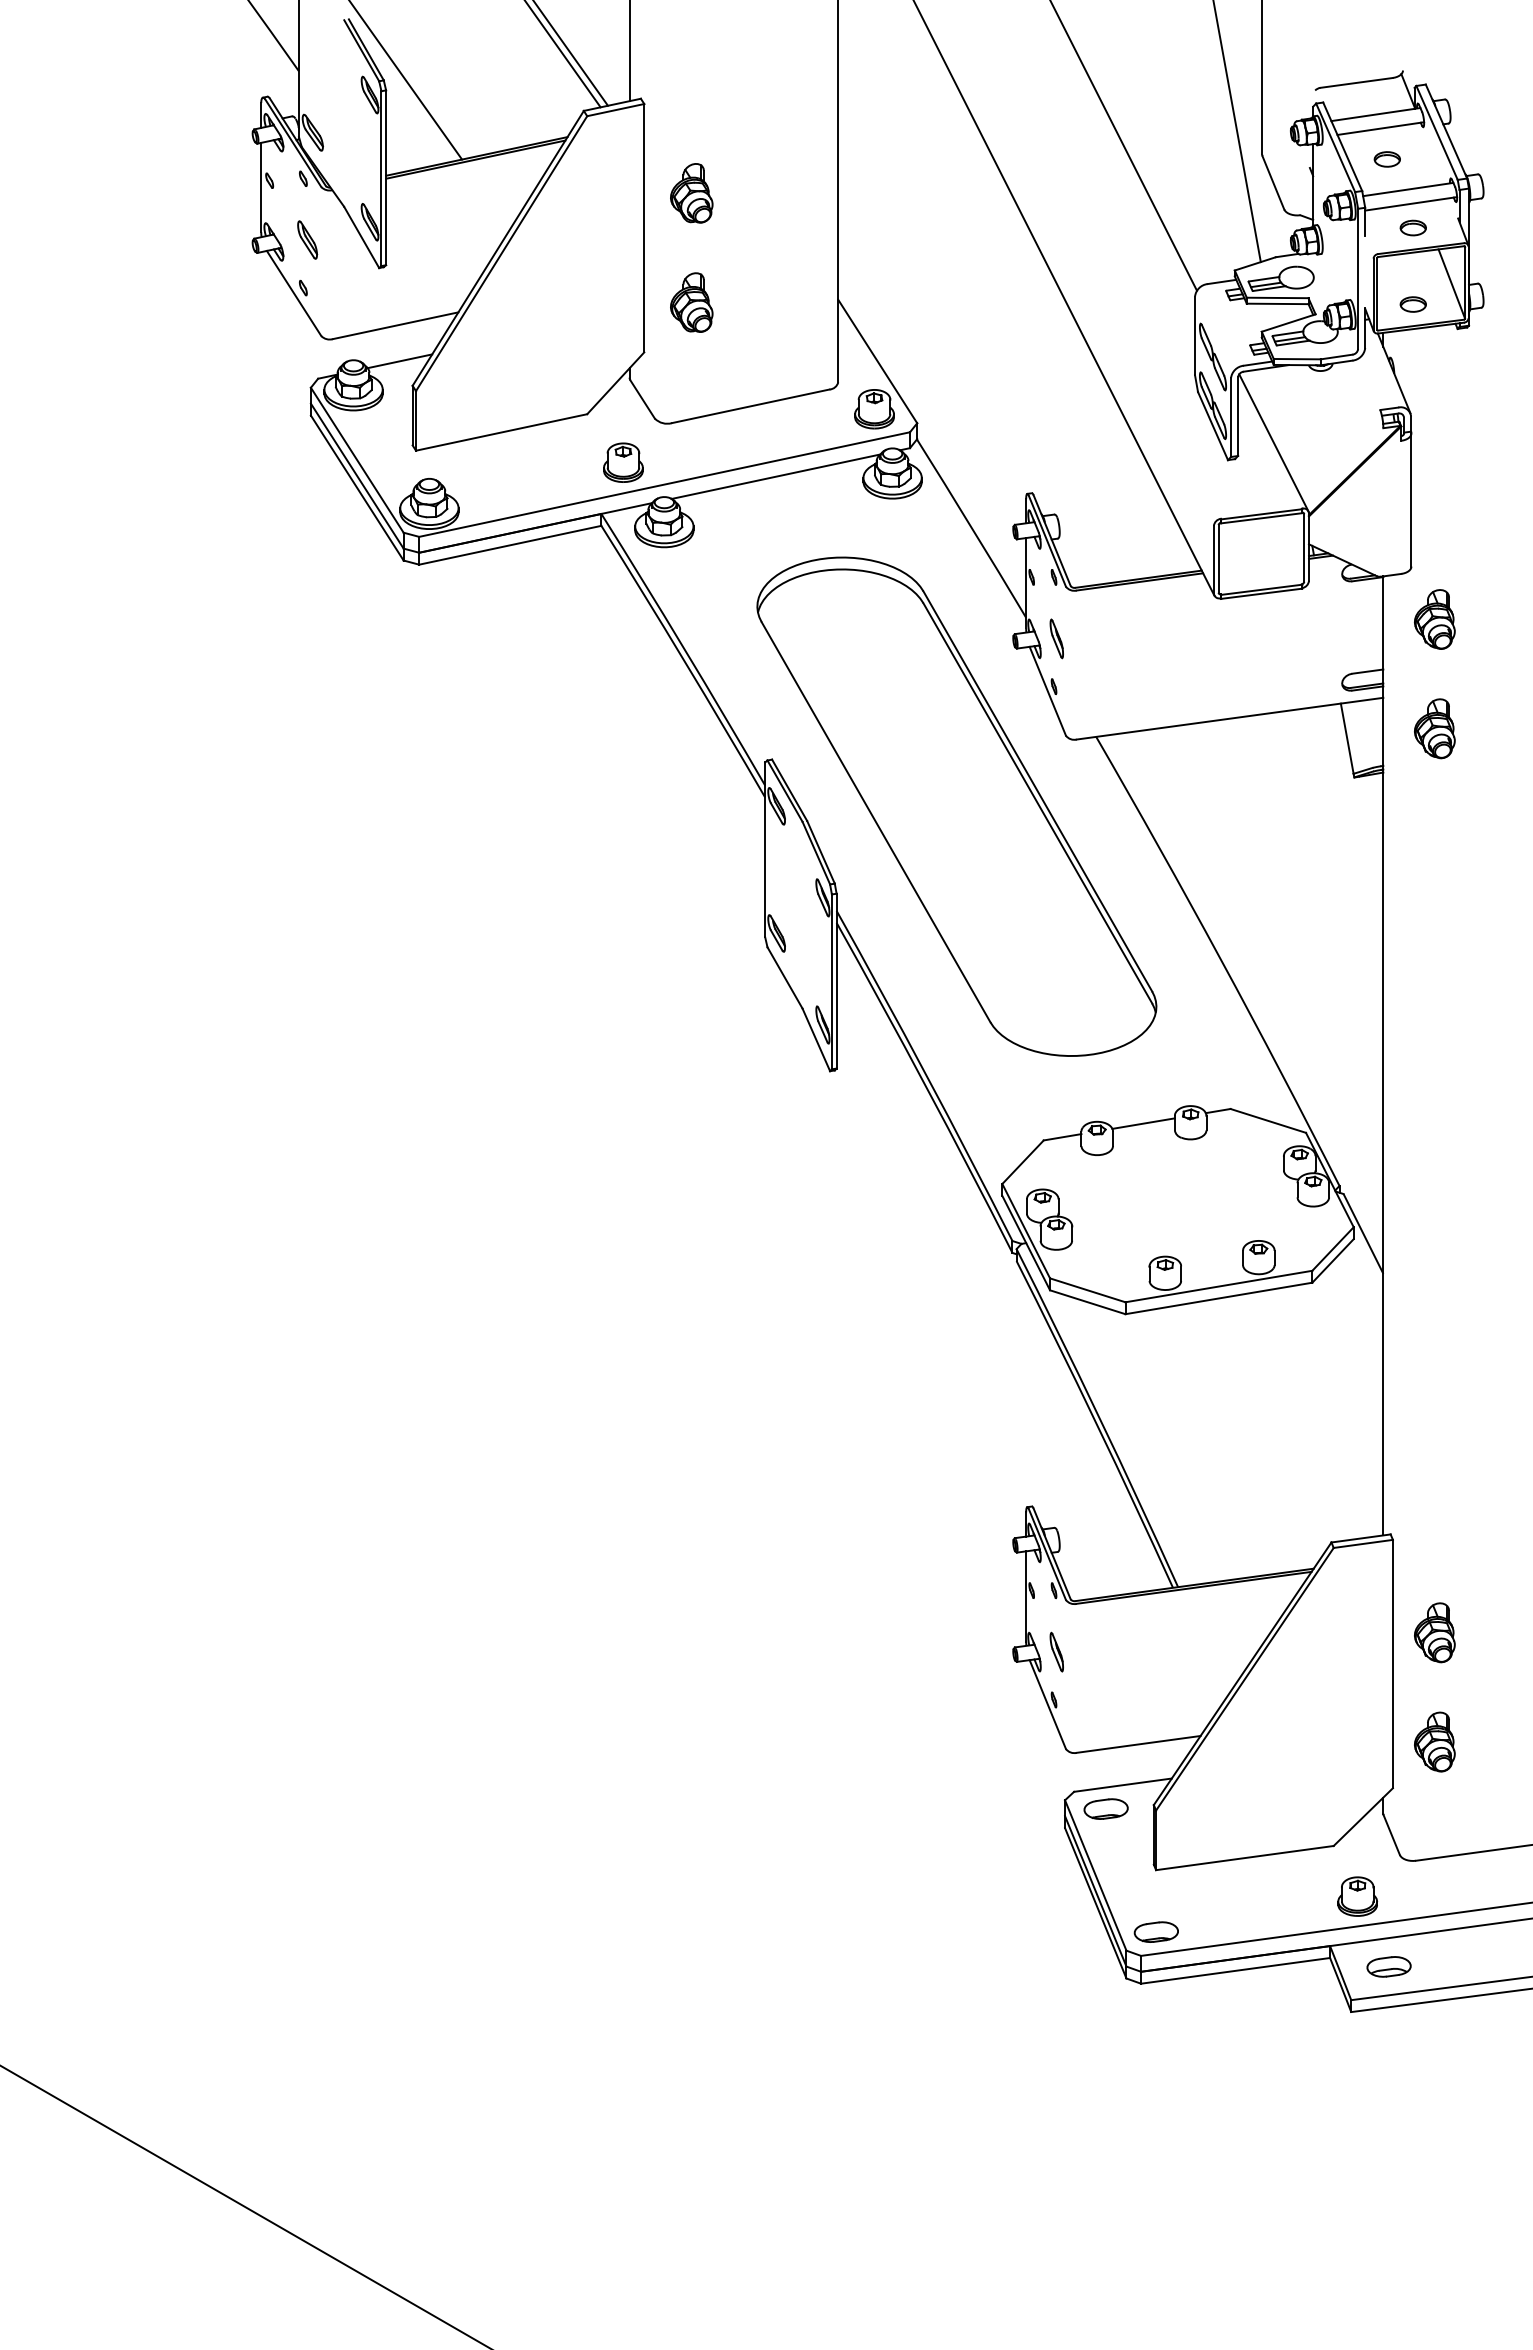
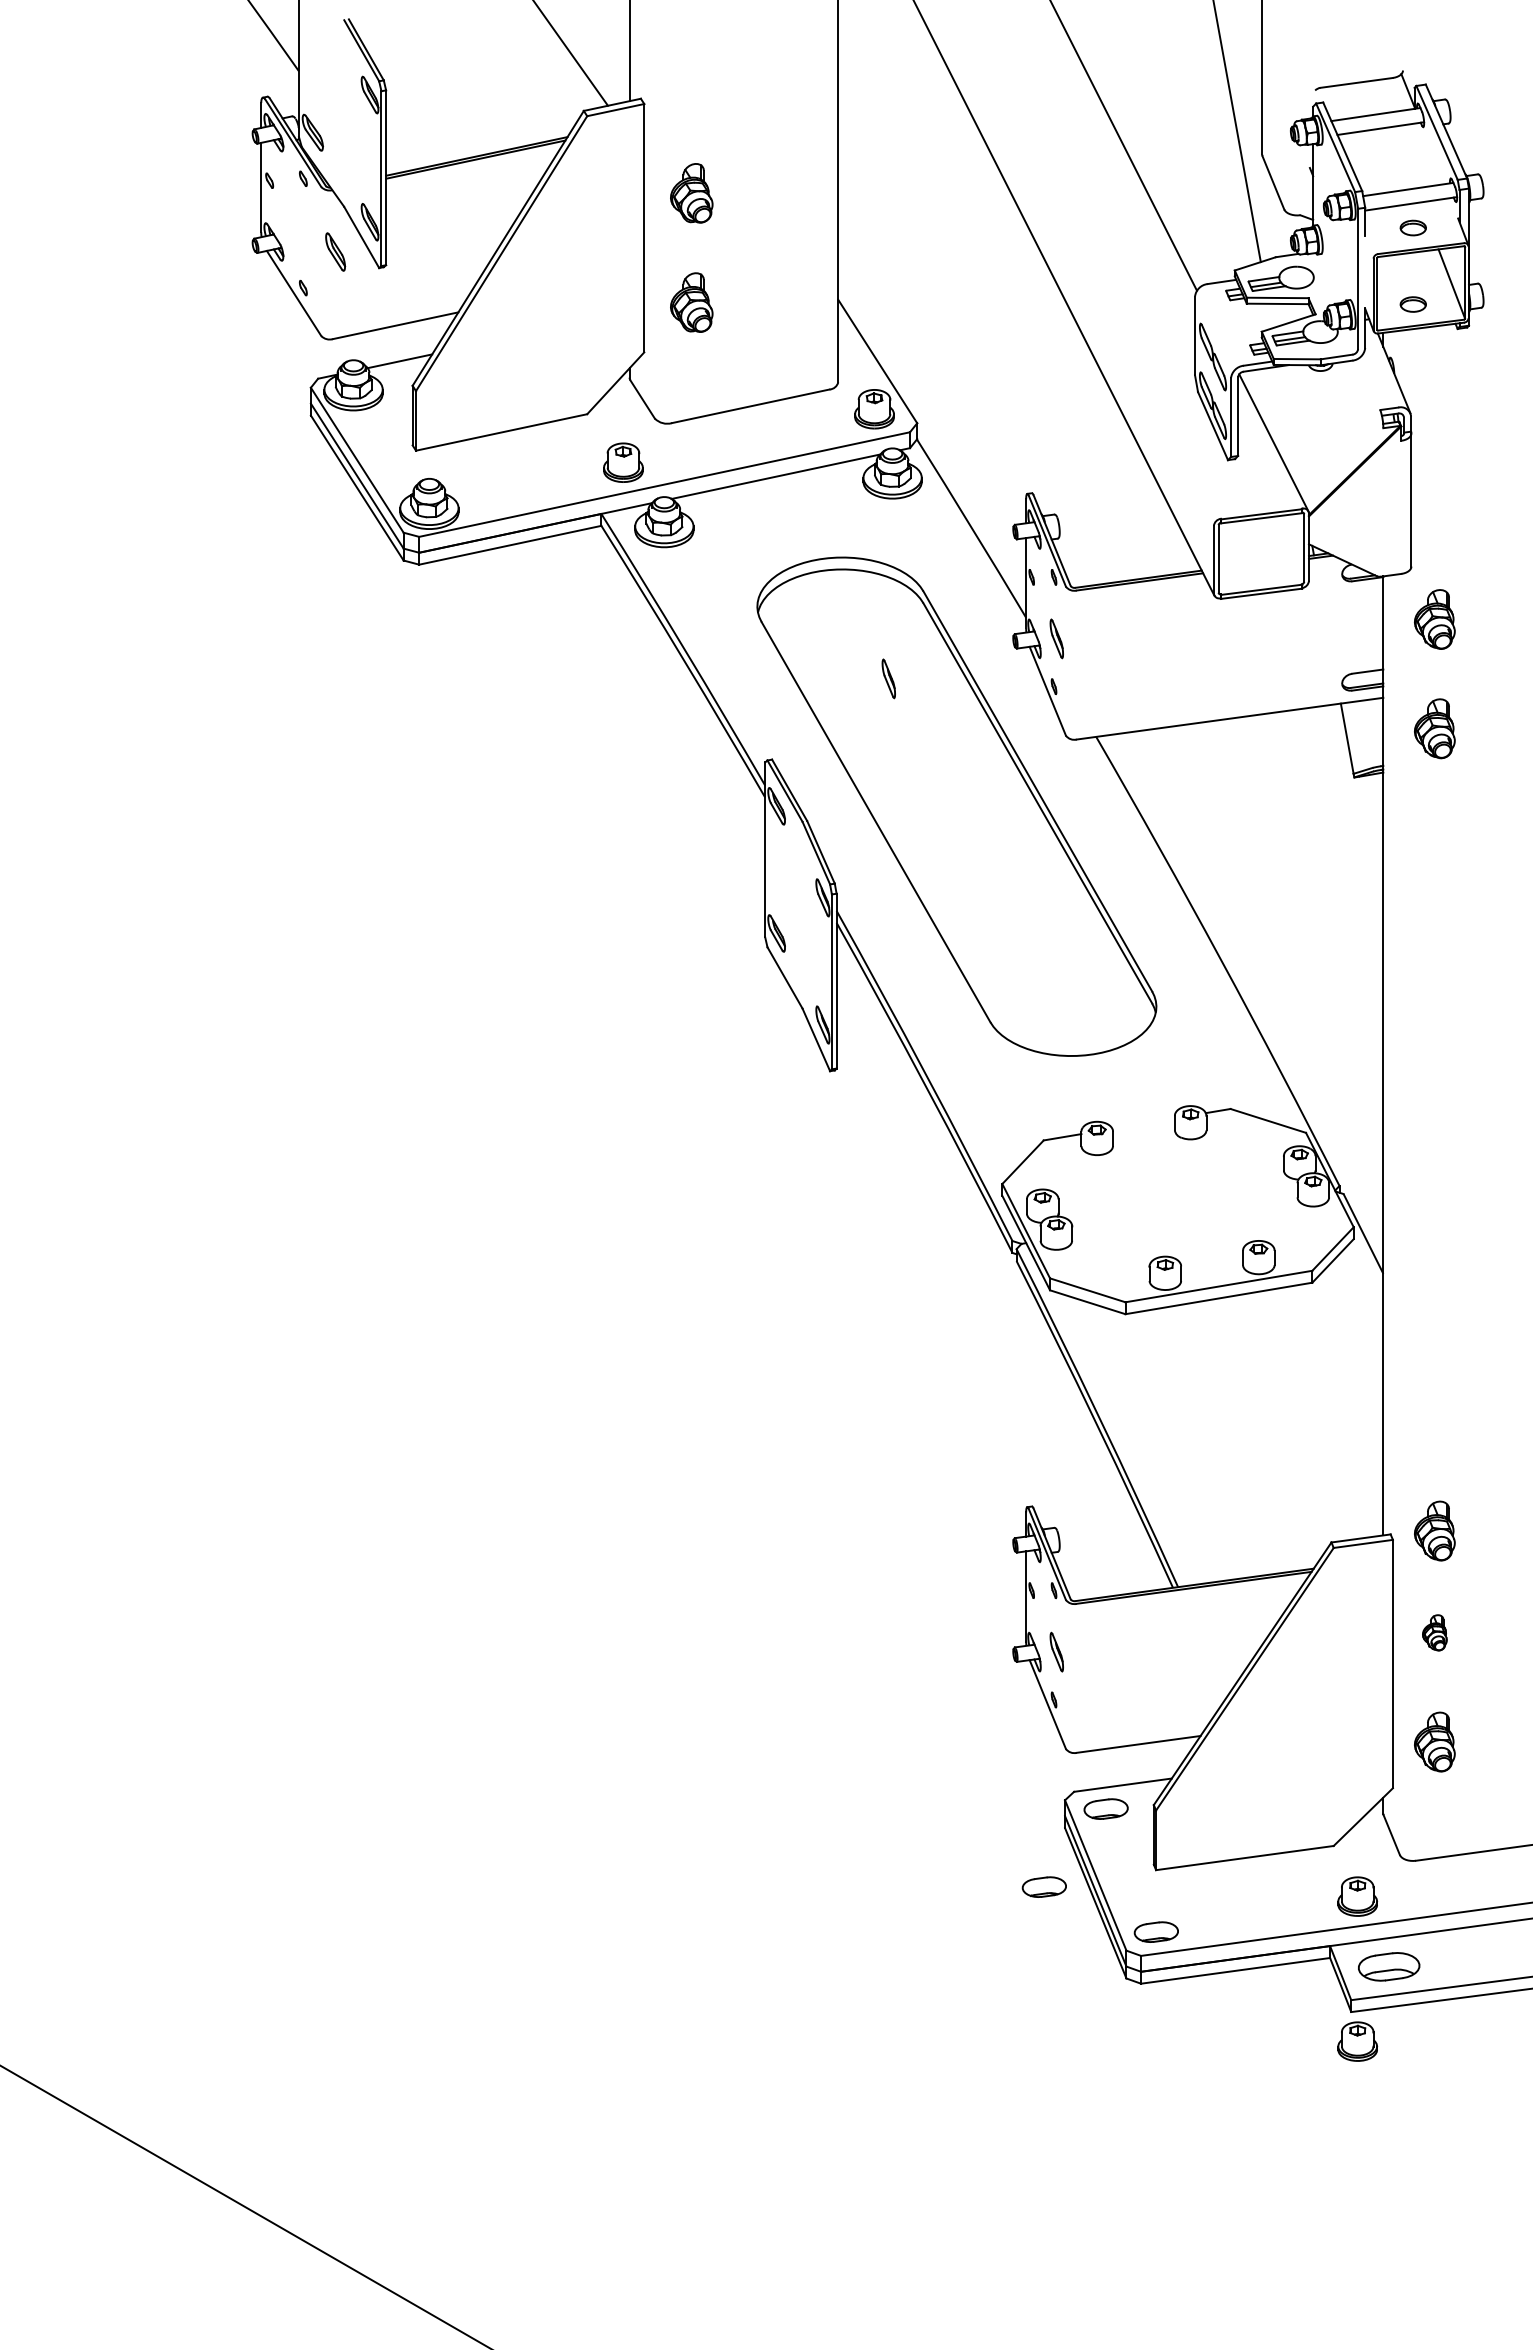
line at (563, 54): present -> none
line at (406, 80): present -> none
part at (1386, 159): present -> none
part at (307, 239) position: (307, 239) -> (335, 251)
part at (888, 678): none -> present
line at (1143, 1123): present -> none
part at (1434, 1530): none -> present
part at (1434, 1632) size: 42x62 px -> 26x38 px
part at (1043, 1886): none -> present
part at (1388, 1966) size: 46x22 px -> 63x30 px
part at (1357, 2041): none -> present
